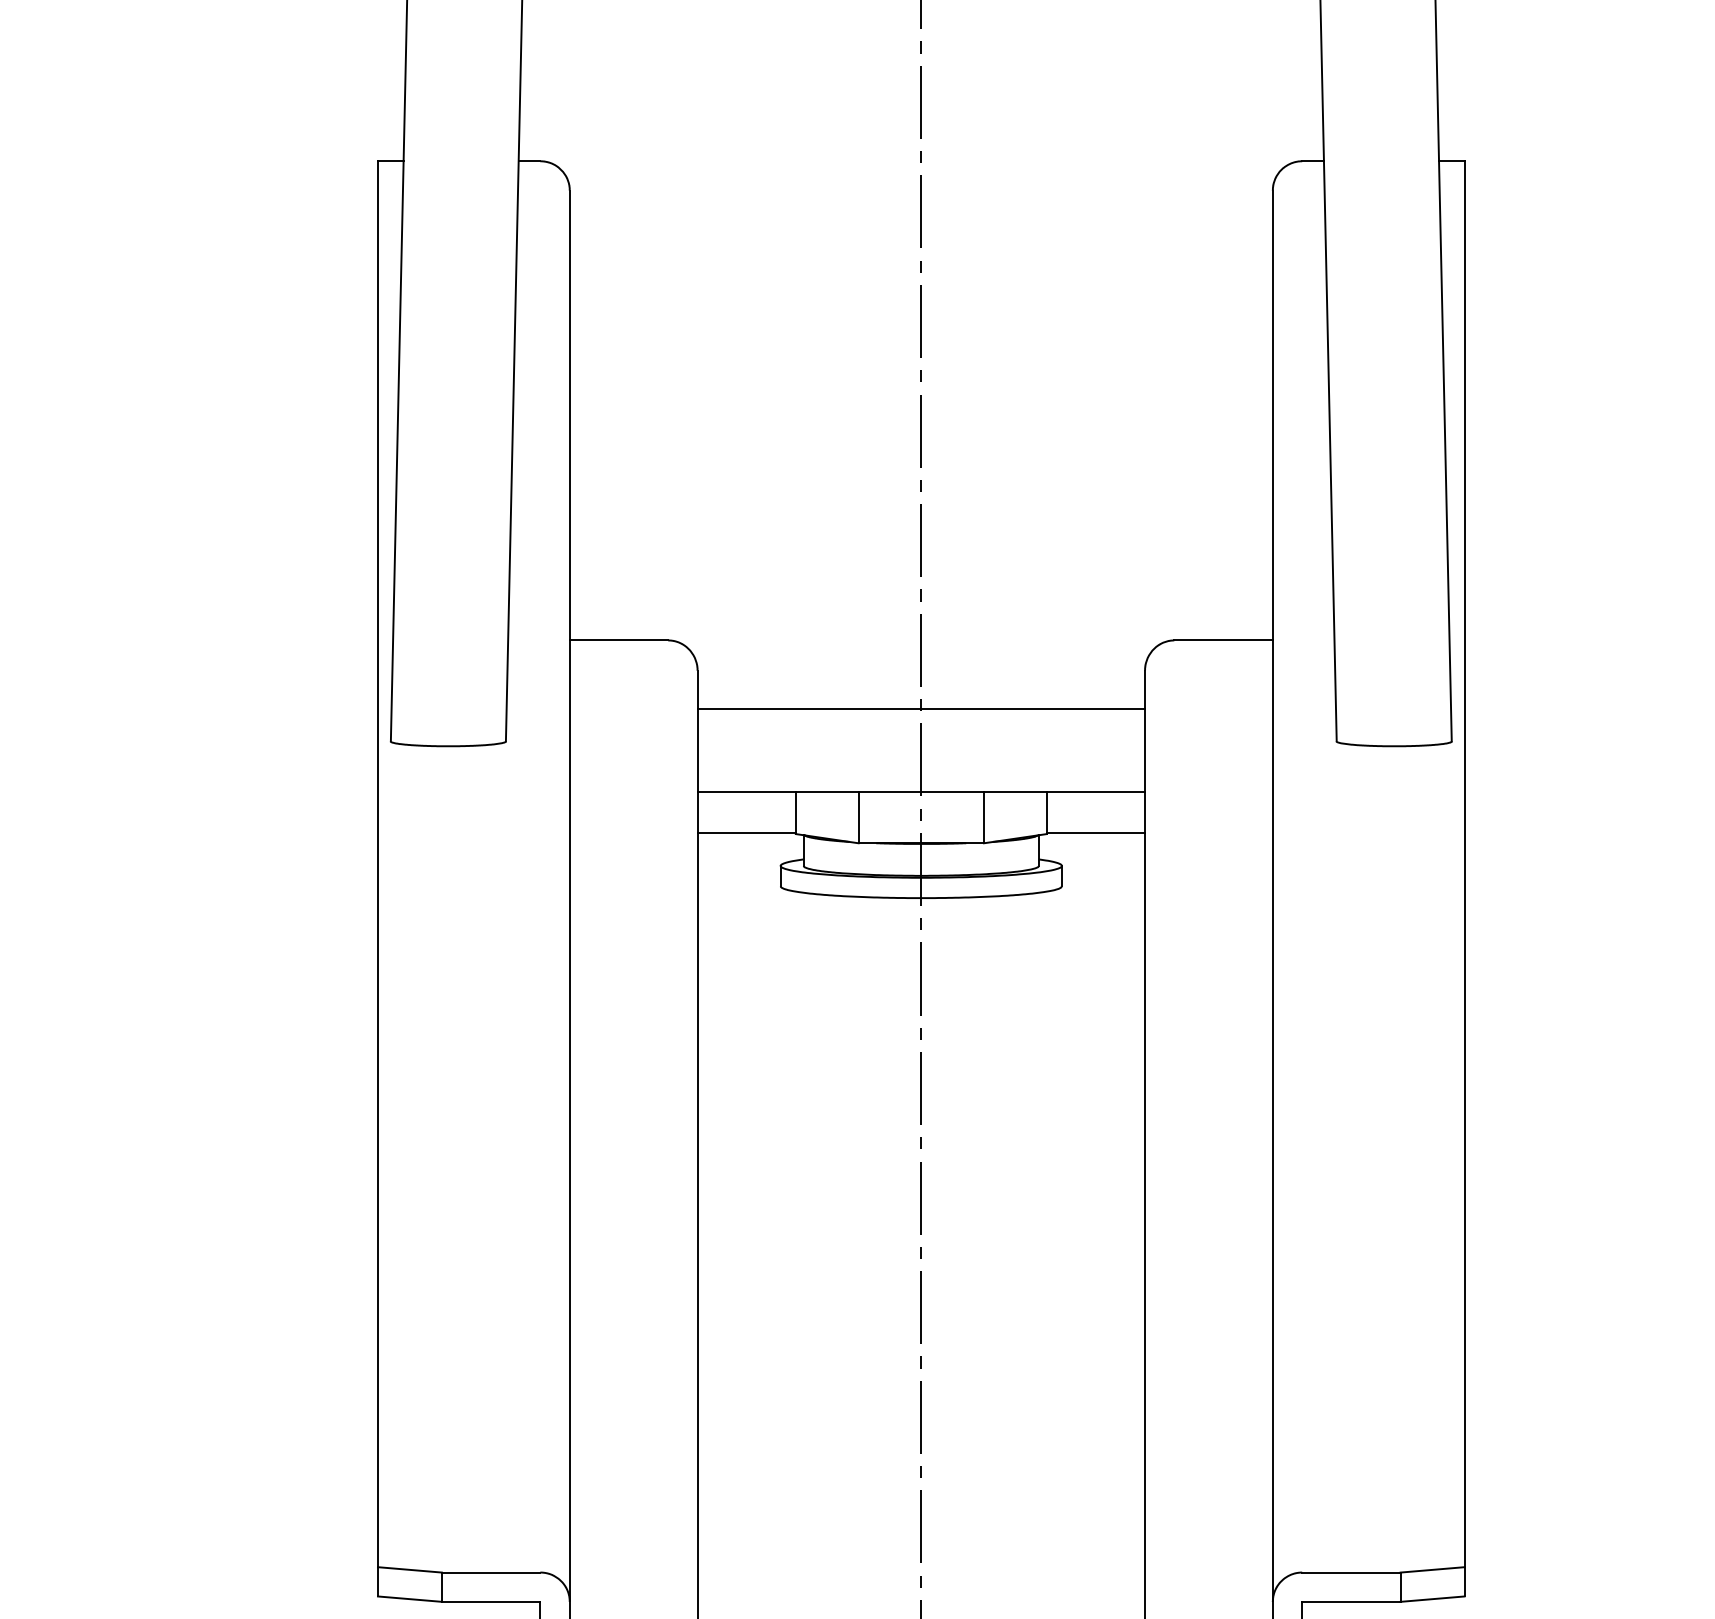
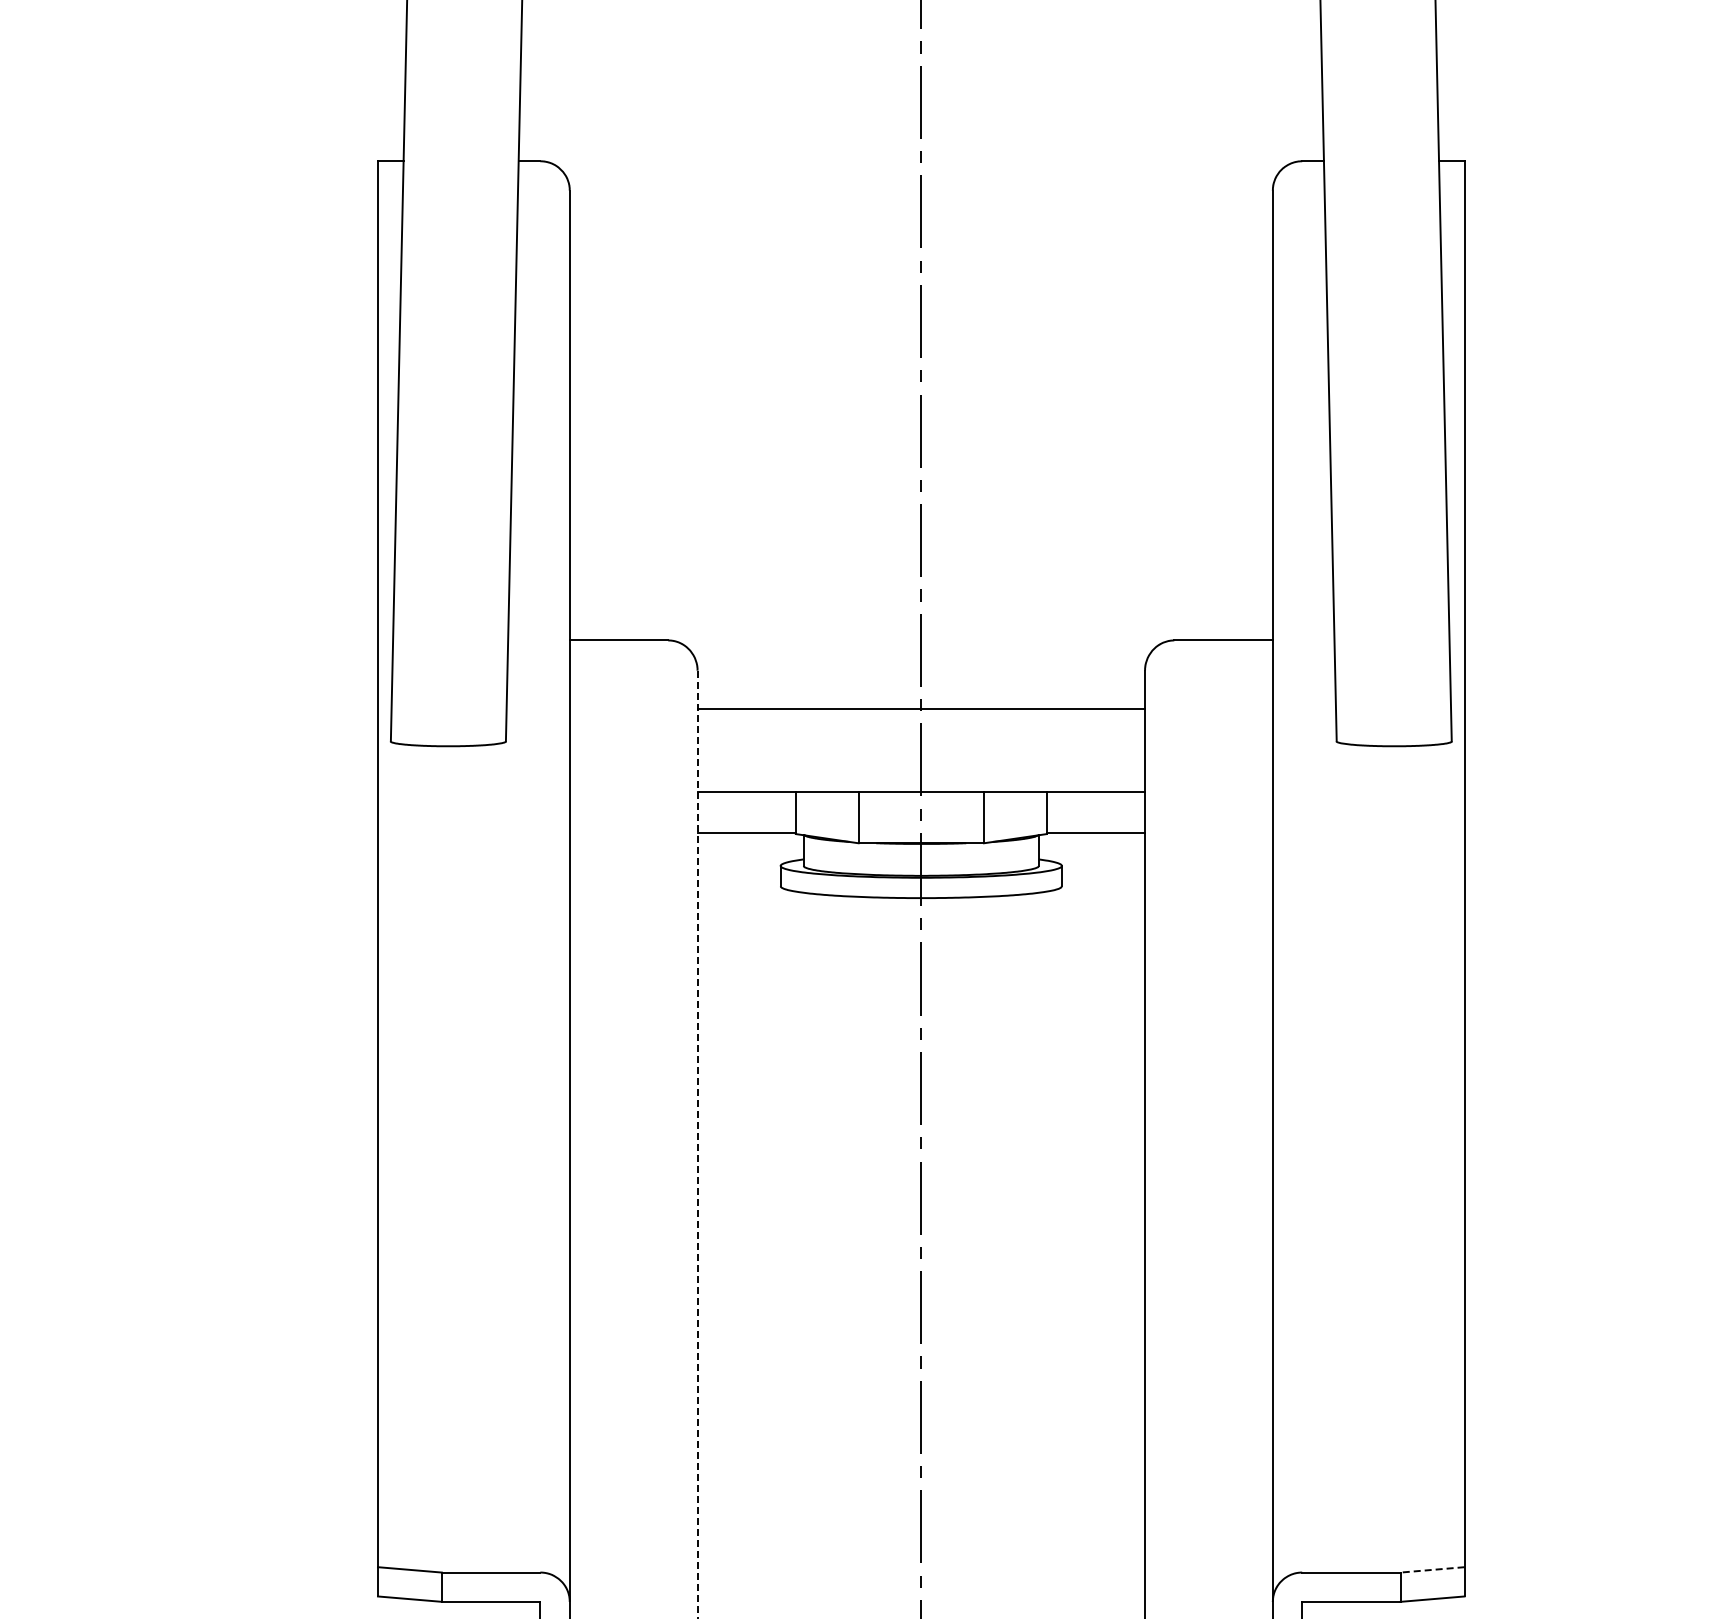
line at (697, 1144): solid -> dashed
line at (1432, 1569): solid -> dashed
